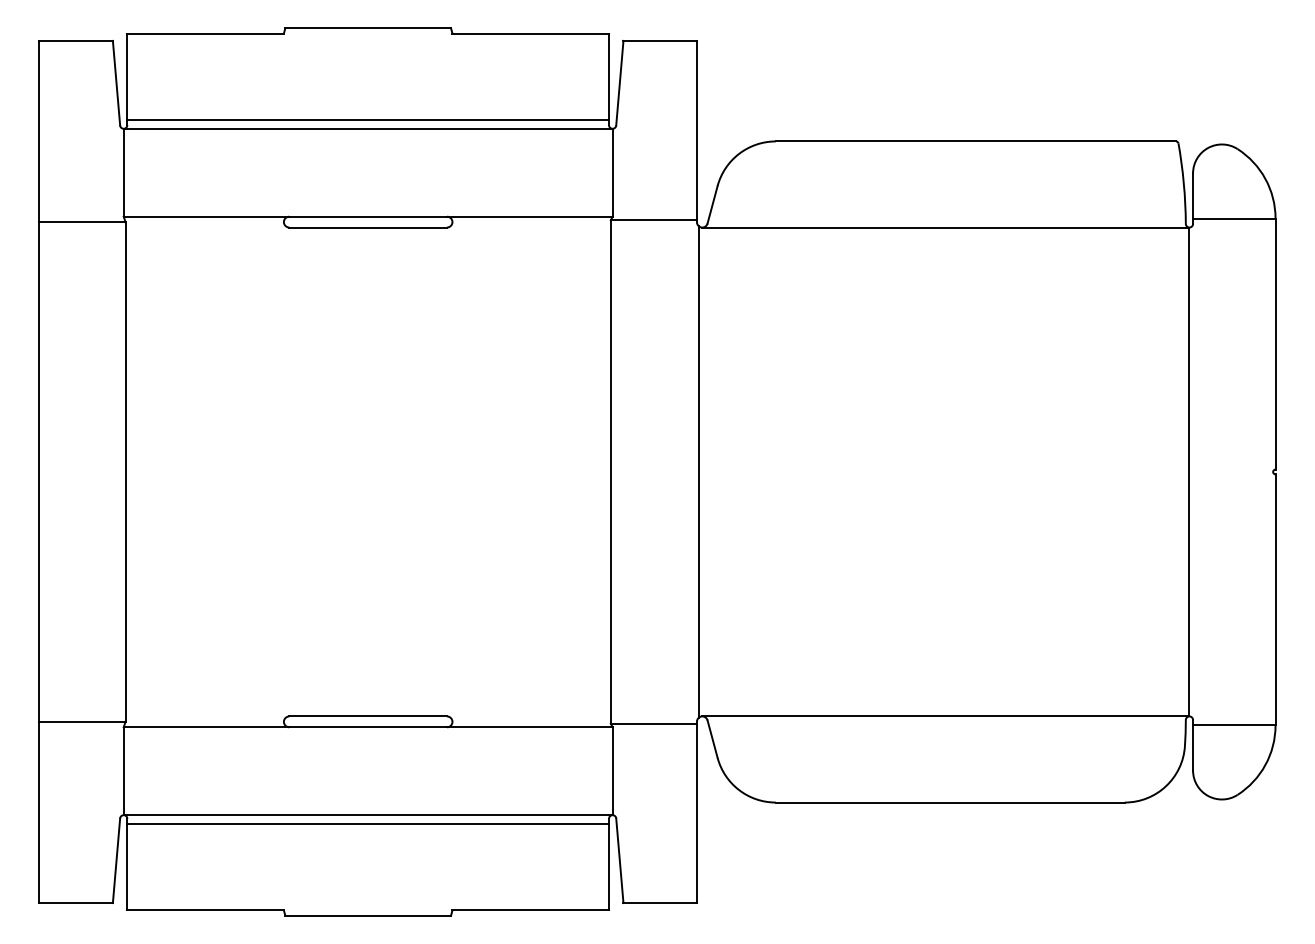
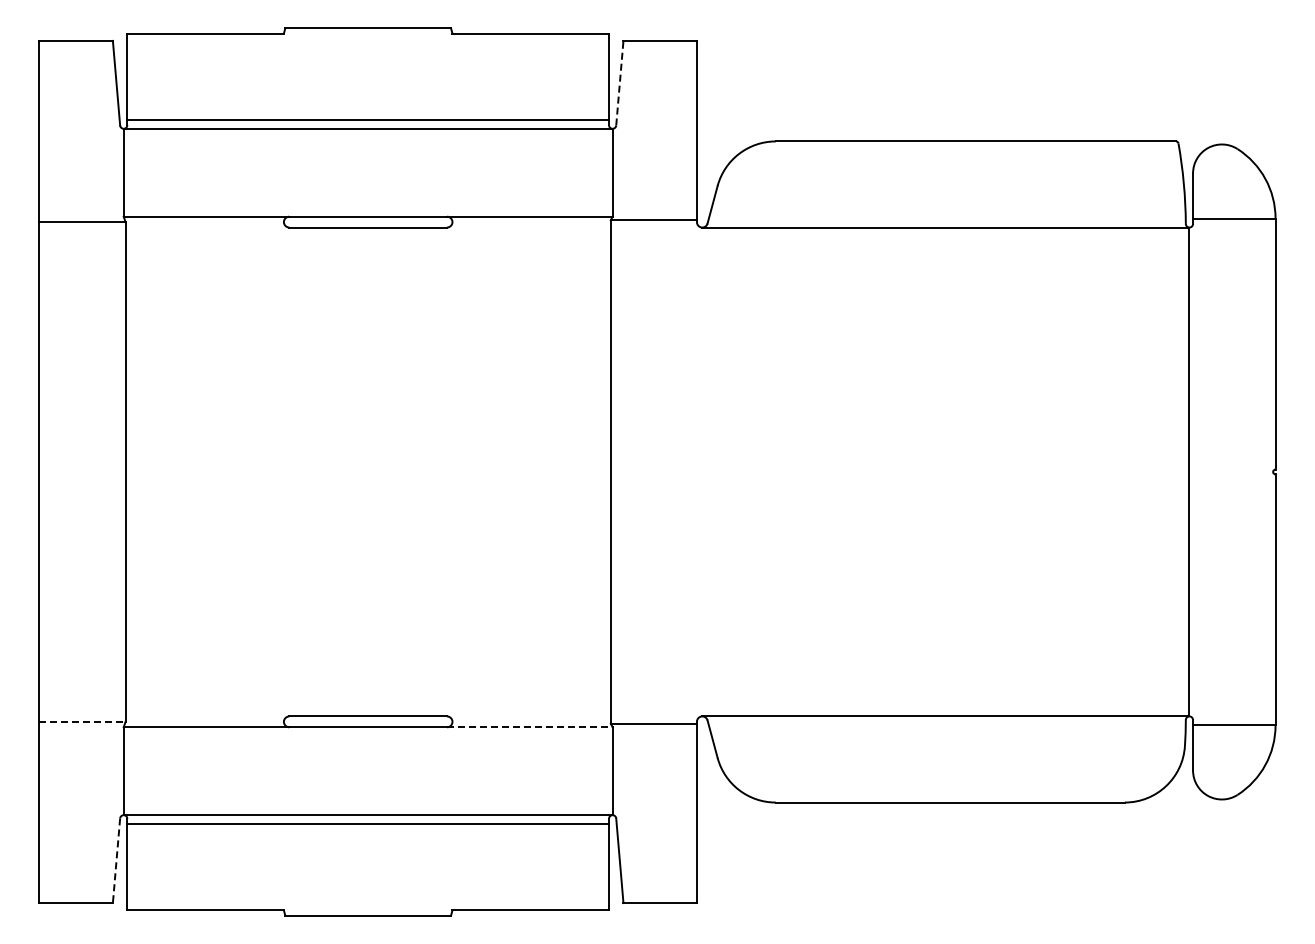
line at (619, 82): solid -> dashed
line at (698, 471): present -> none
line at (82, 721): solid -> dashed
line at (529, 727): solid -> dashed
line at (116, 861): solid -> dashed
